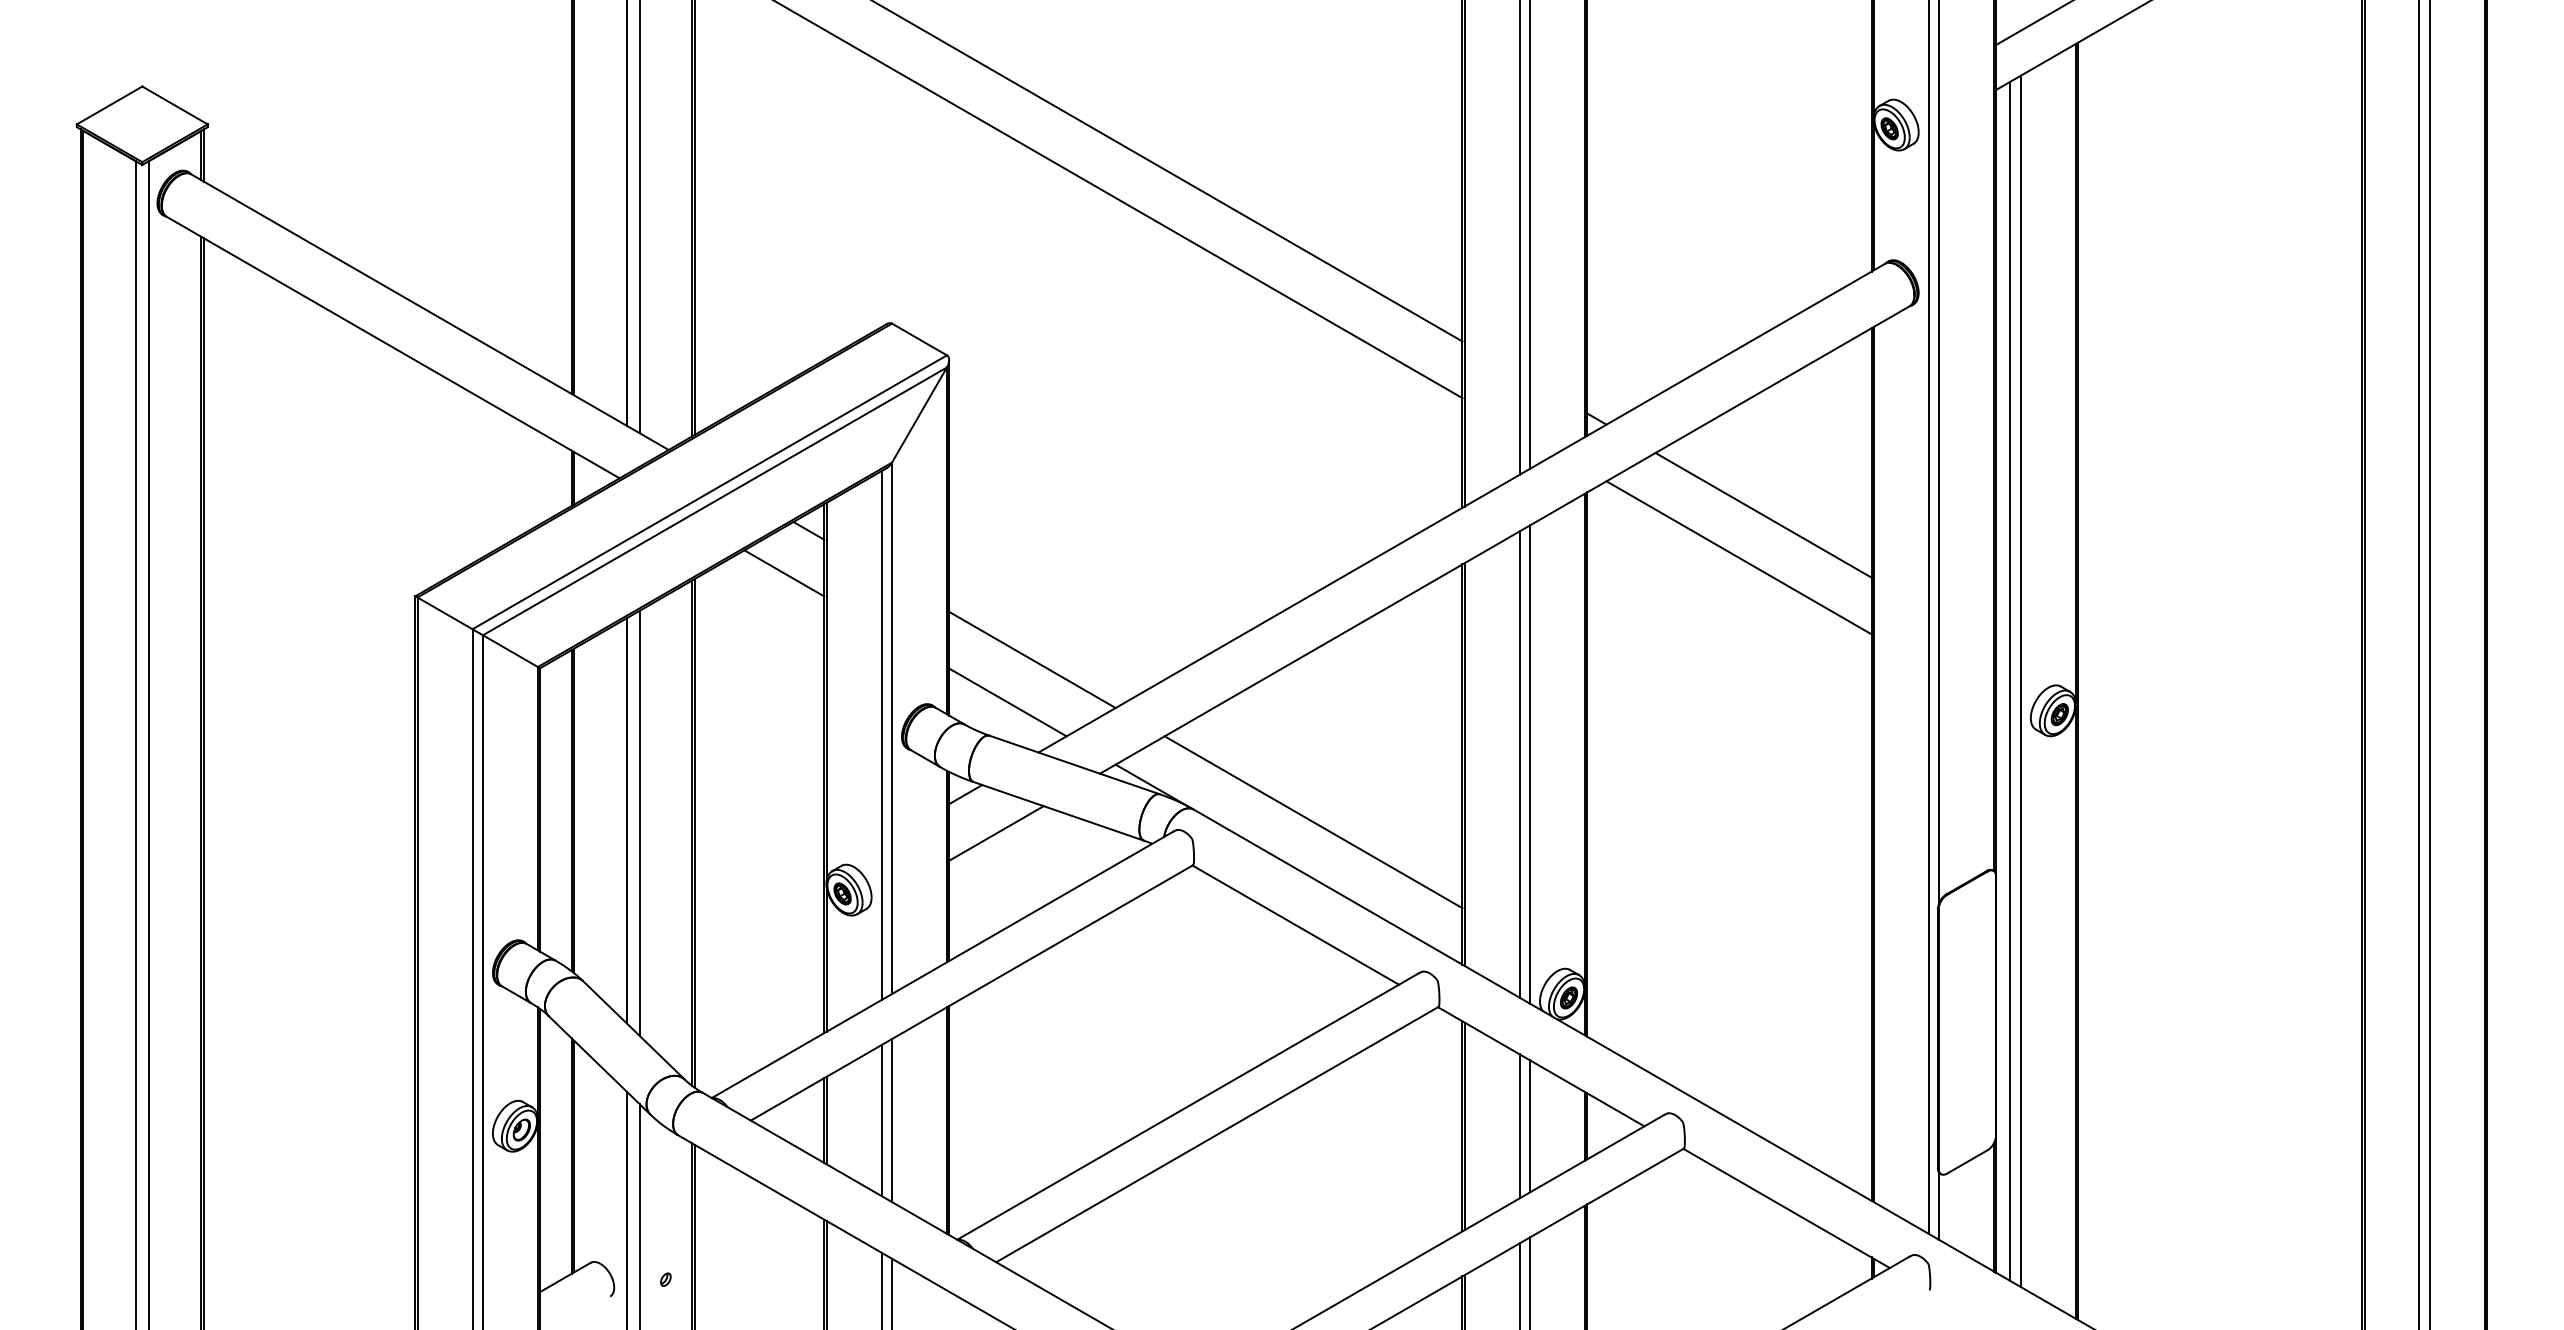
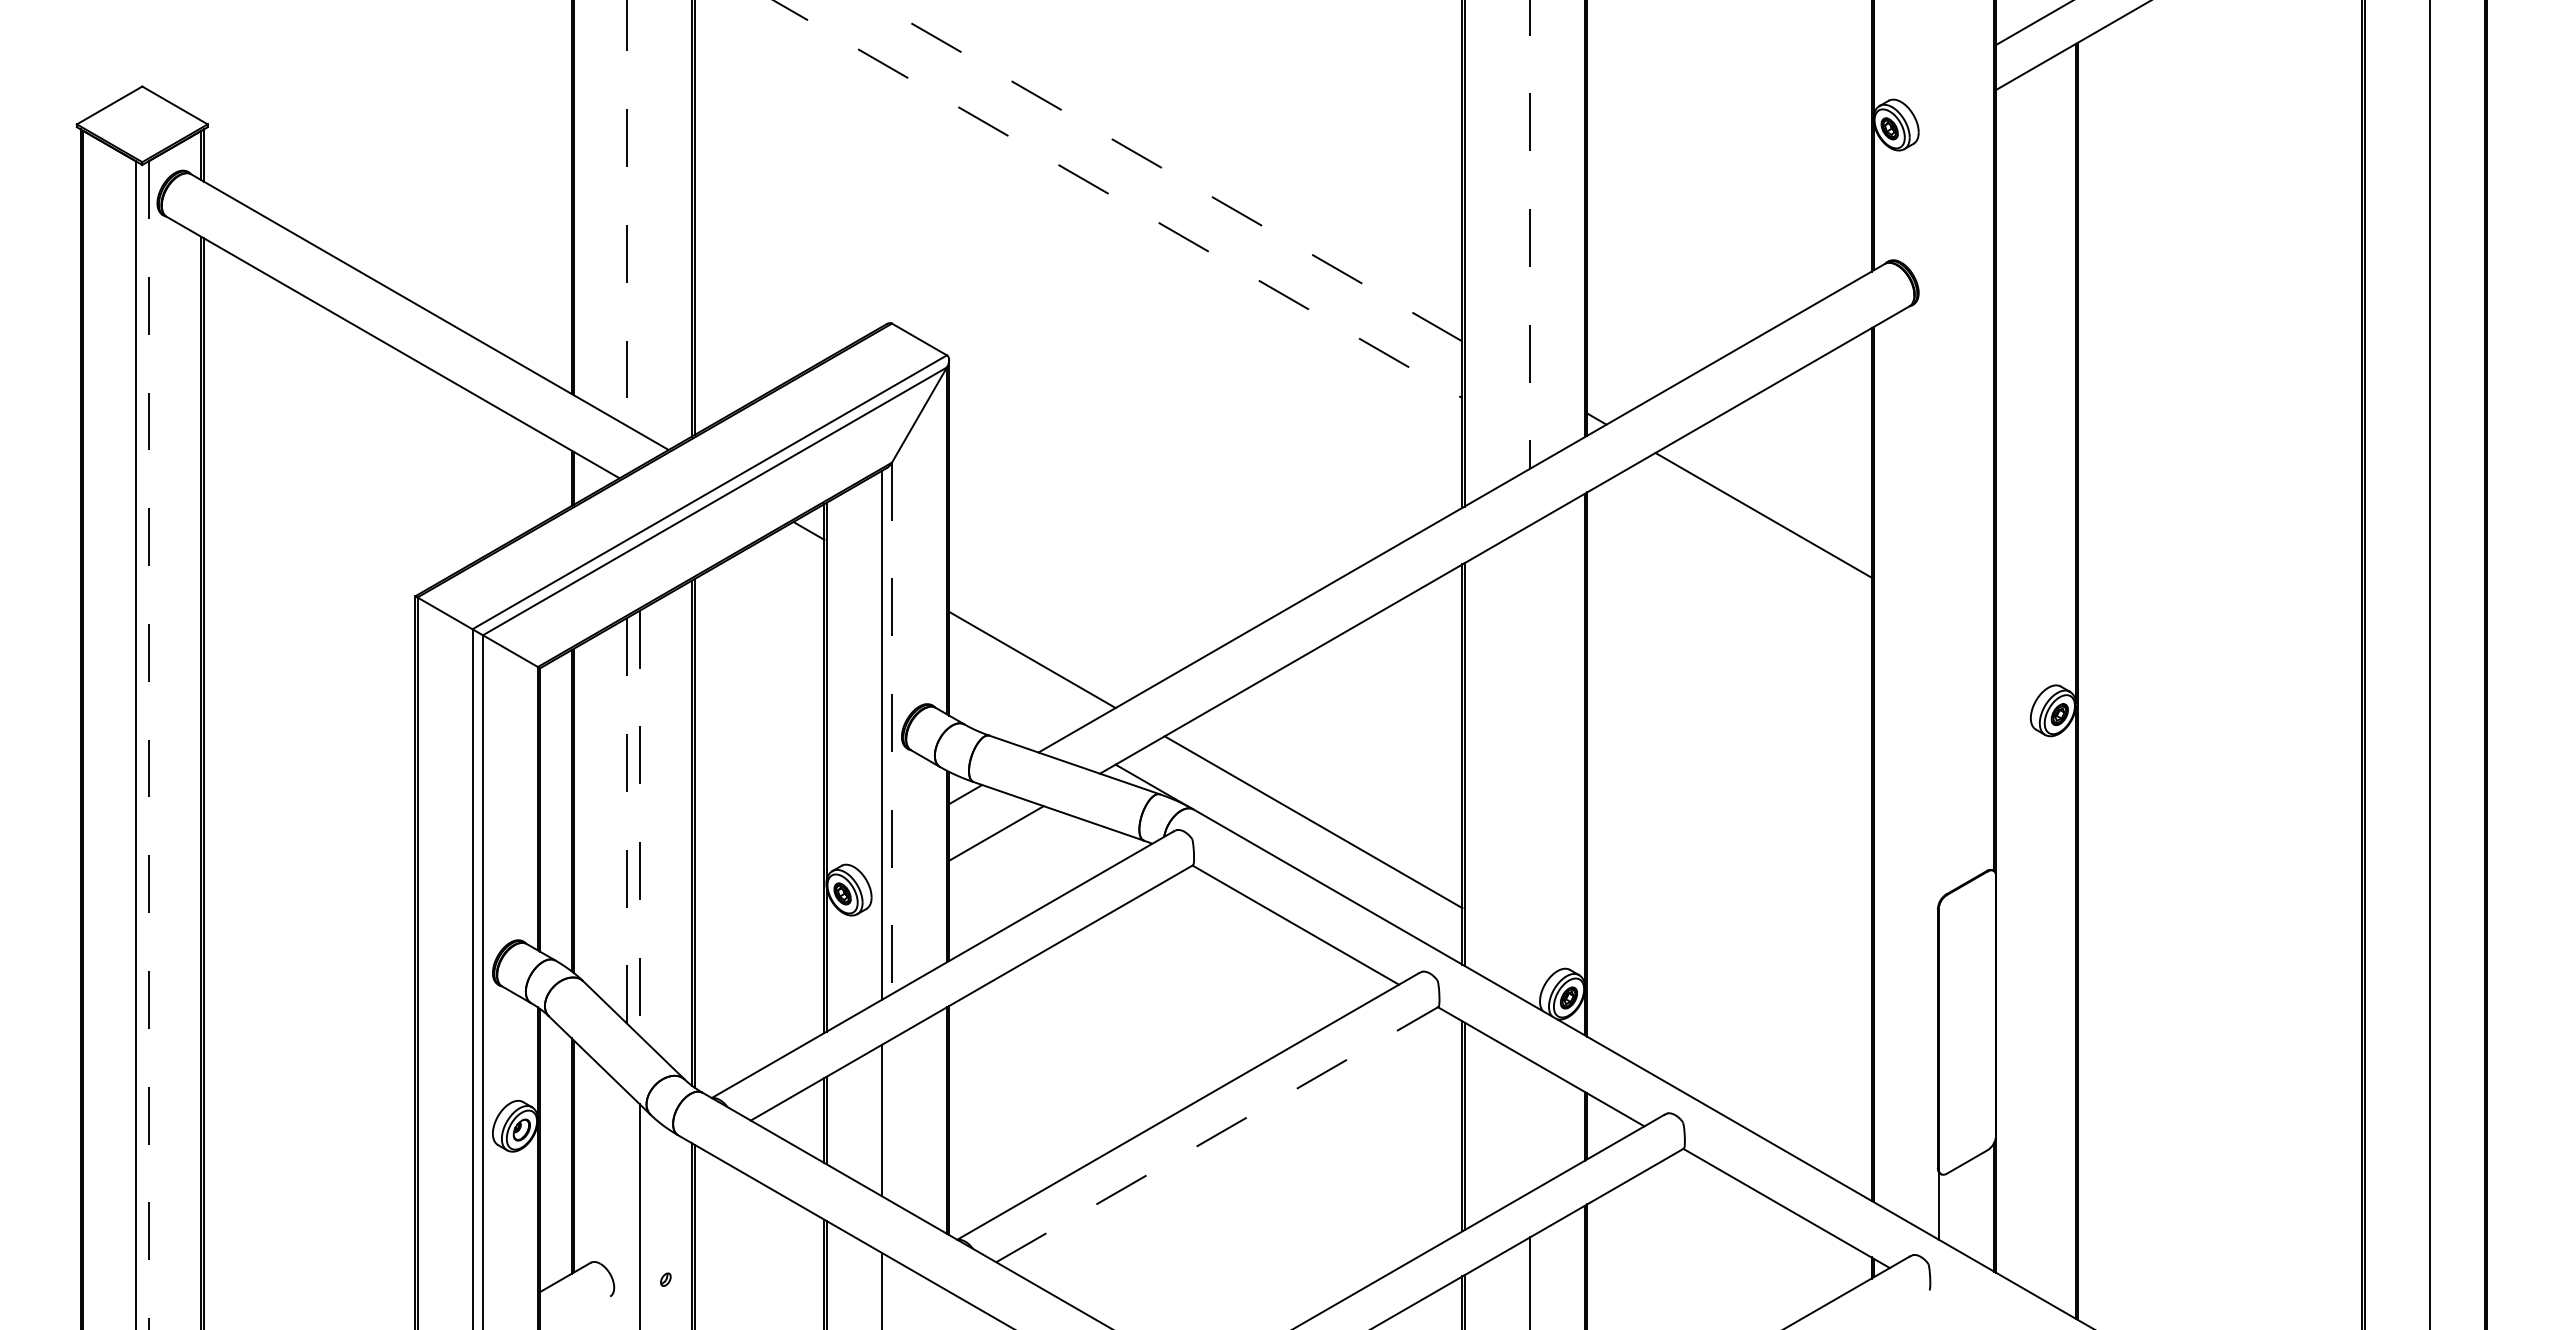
line at (1166, 170): solid -> dashed
line at (1118, 199): solid -> dashed
line at (626, 213): solid -> dashed
line at (639, 217): present -> none
line at (1530, 235): solid -> dashed
line at (1519, 238): present -> none
line at (1939, 452): present -> none
line at (1738, 557): present -> none
line at (784, 573): present -> none
line at (1928, 617): present -> none
line at (2419, 664): present -> none
line at (2010, 681): present -> none
line at (2020, 681): present -> none
line at (1007, 702): present -> none
line at (892, 728): solid -> dashed
line at (148, 746): solid -> dashed
line at (1519, 764): present -> none
line at (1530, 764): present -> none
line at (626, 821): solid -> dashed
line at (639, 823): solid -> dashed
line at (892, 1120): present -> none
line at (1519, 1126): present -> none
line at (1530, 1126): present -> none
line at (1217, 1134): solid -> dashed
line at (626, 1208): present -> none
line at (1519, 1284): present -> none
line at (892, 1292): present -> none
